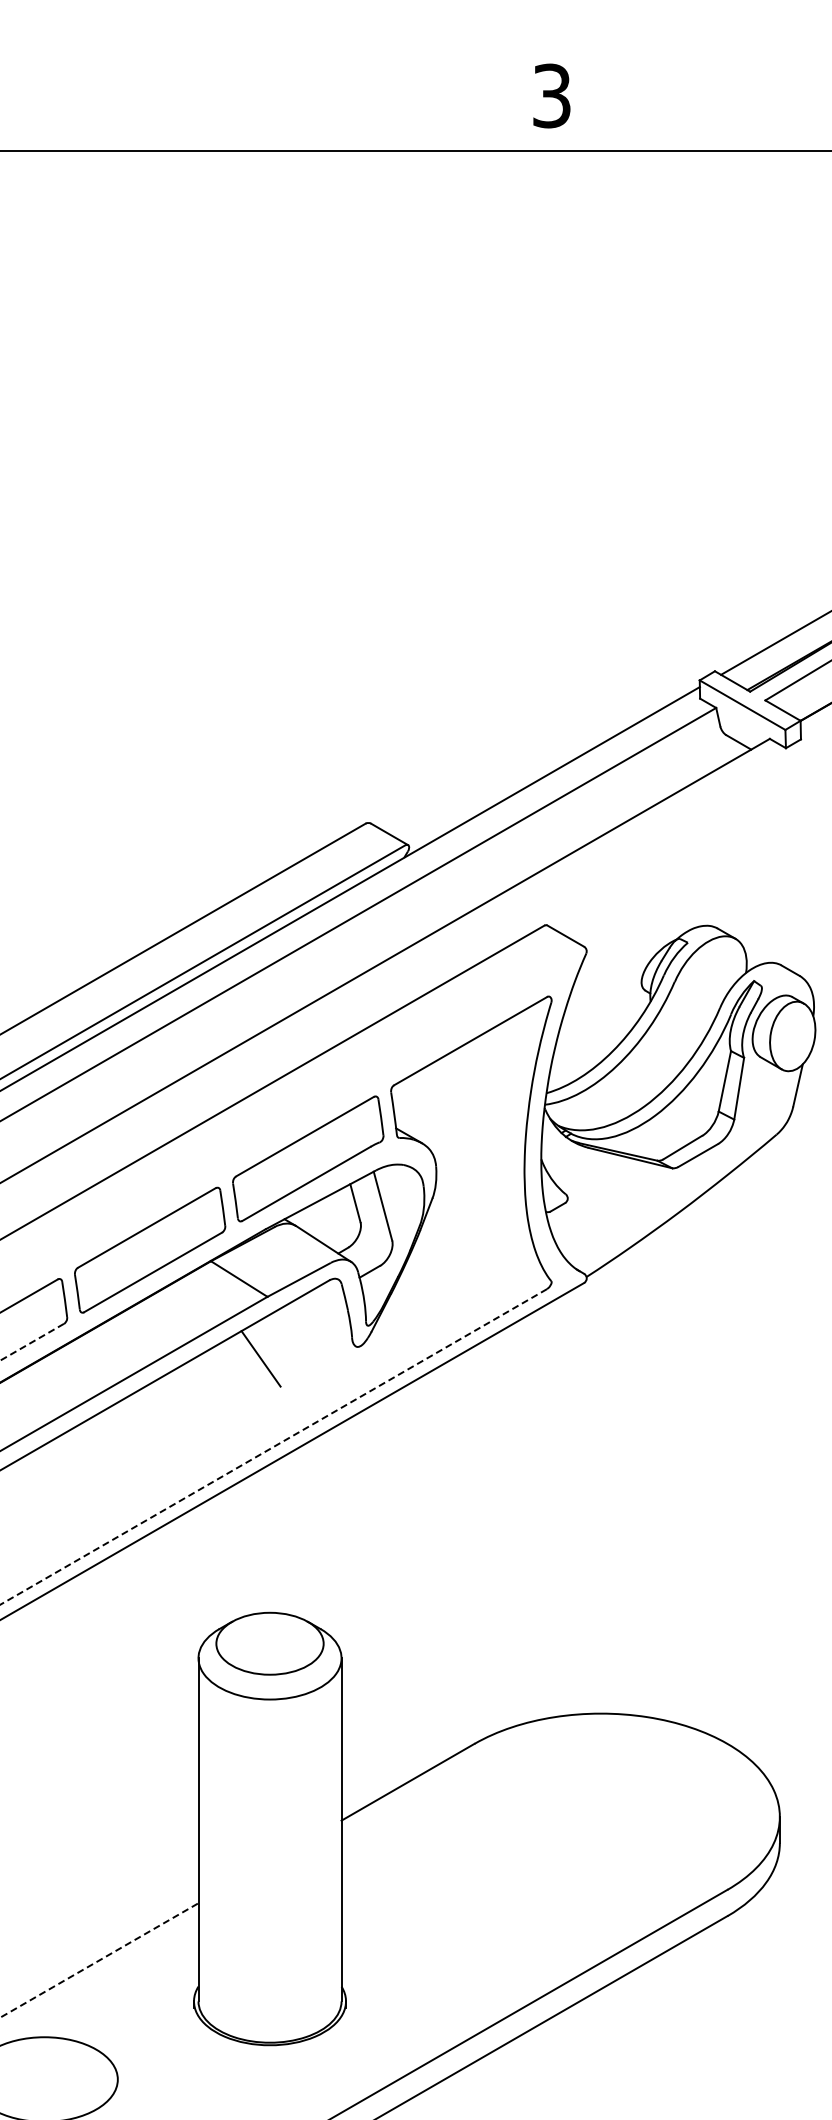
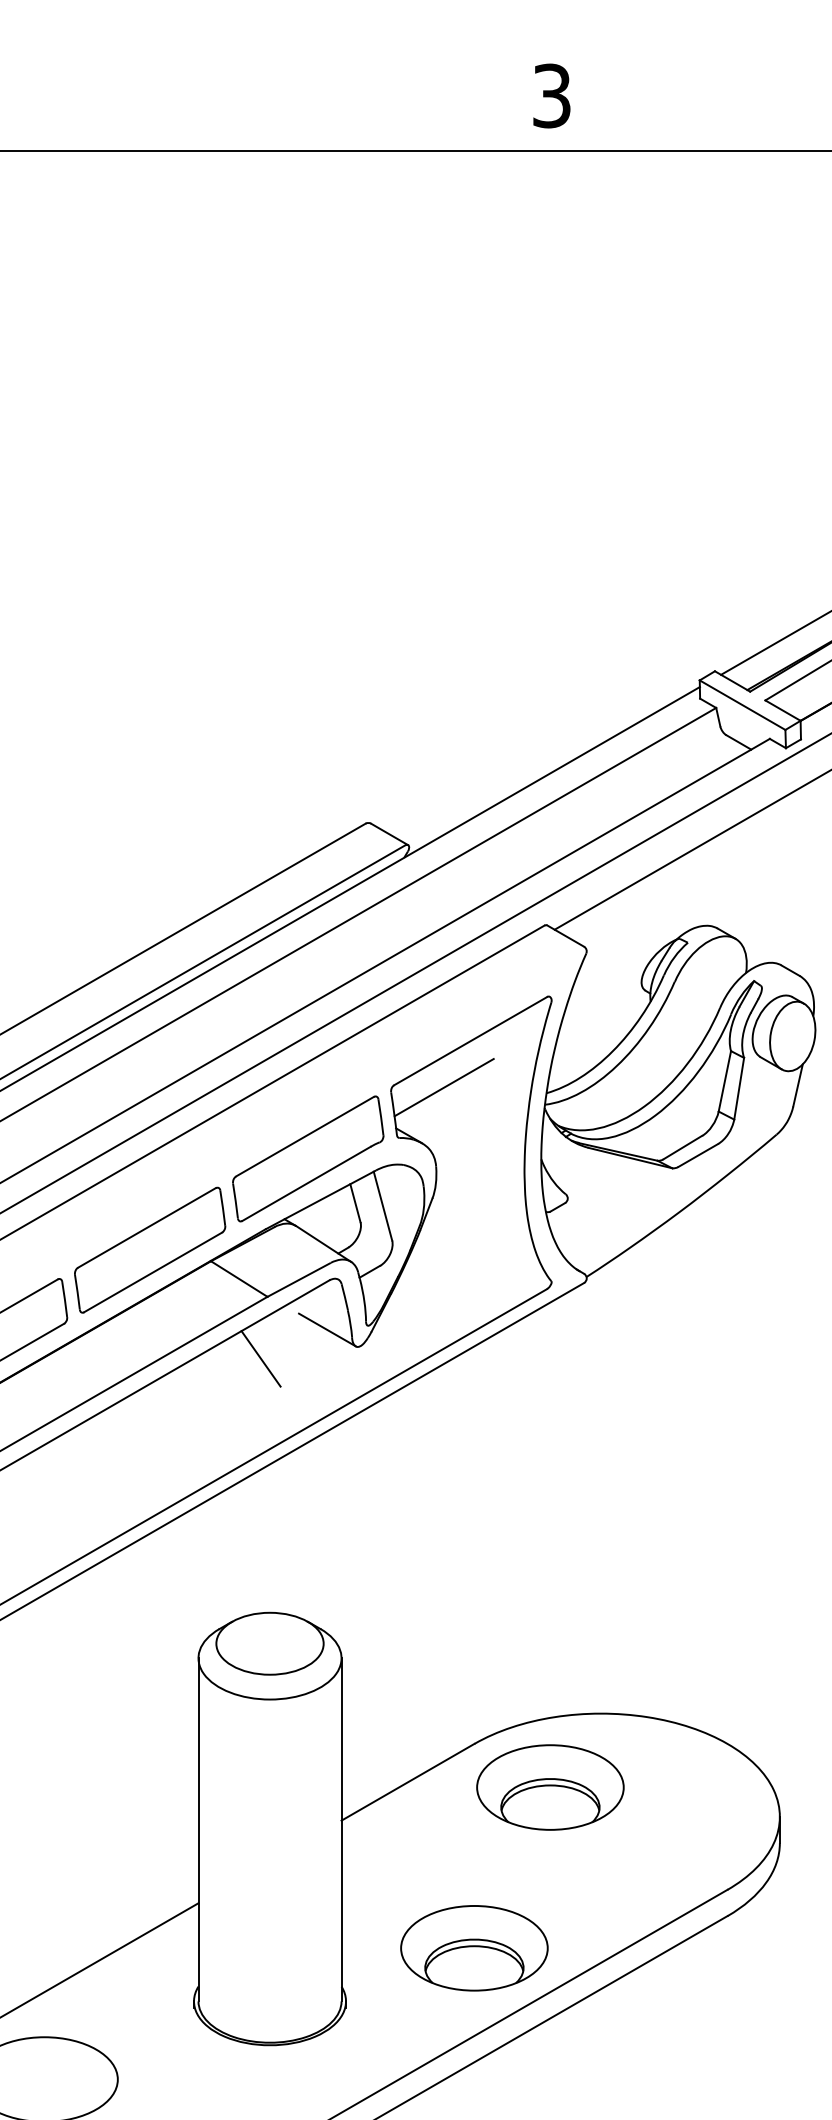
line at (691, 850): none -> present
line at (415, 972): none -> present
line at (443, 1087): none -> present
line at (327, 1329): none -> present
line at (32, 1342): dashed -> solid
line at (273, 1447): dashed -> solid
part at (550, 1787): none -> present
part at (474, 1948): none -> present
line at (99, 1960): dashed -> solid
